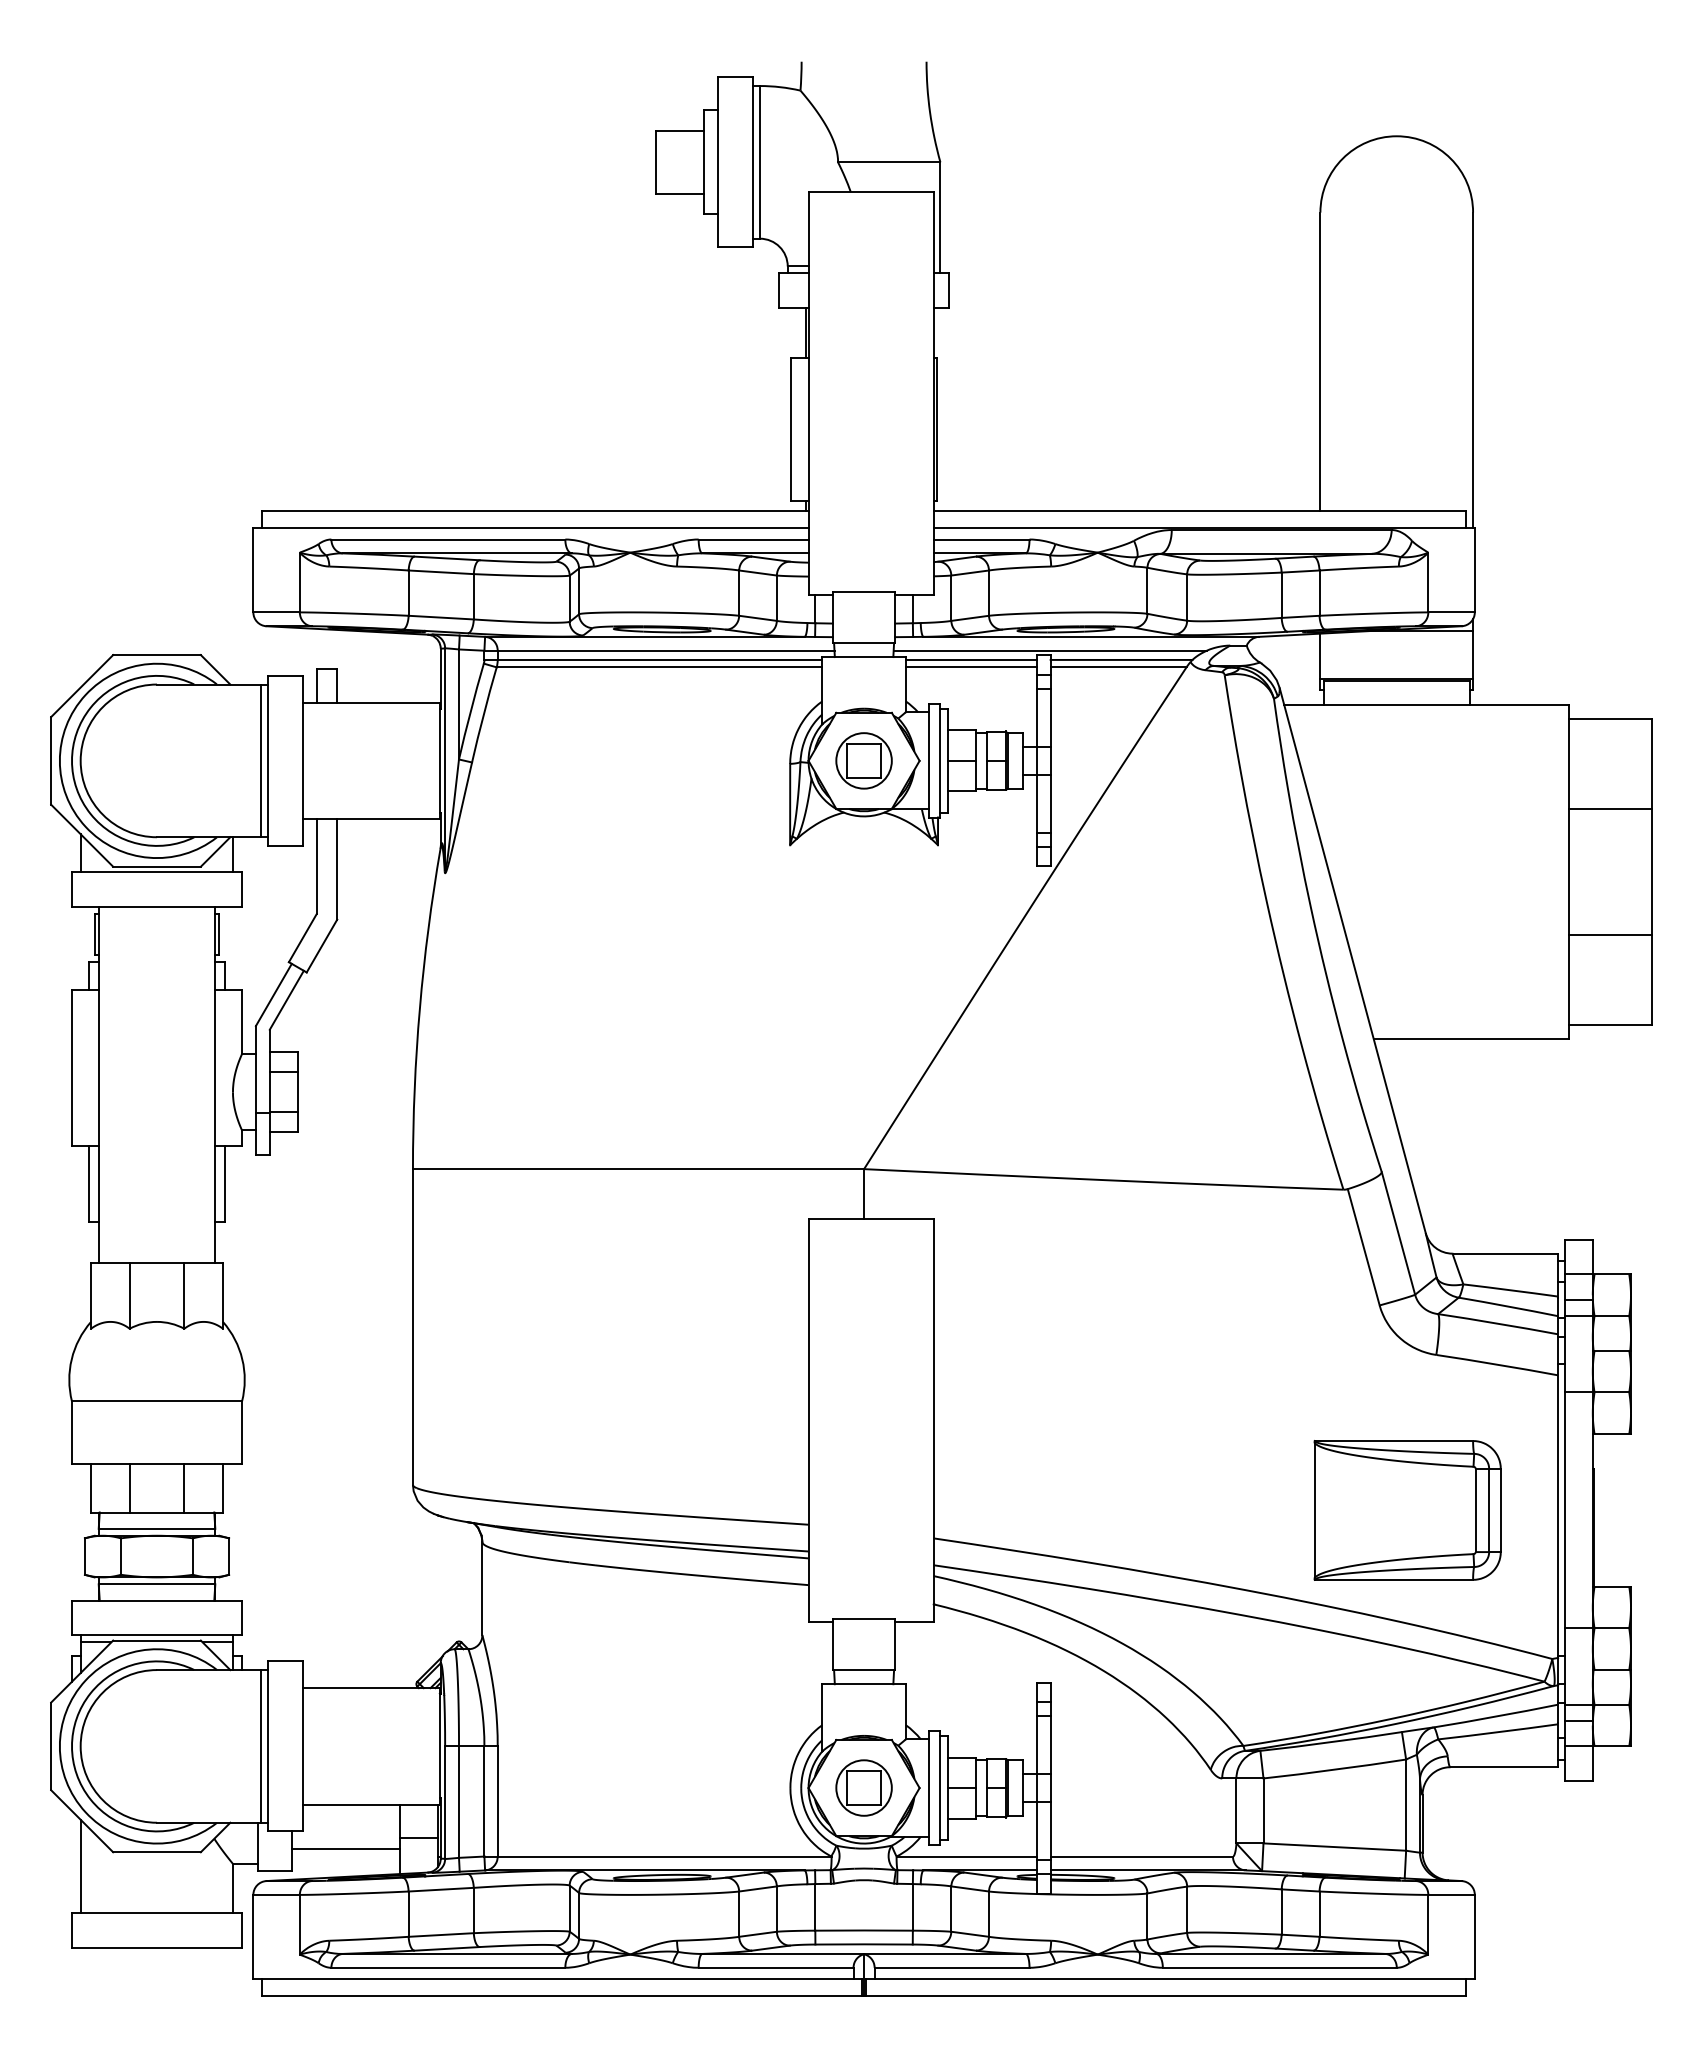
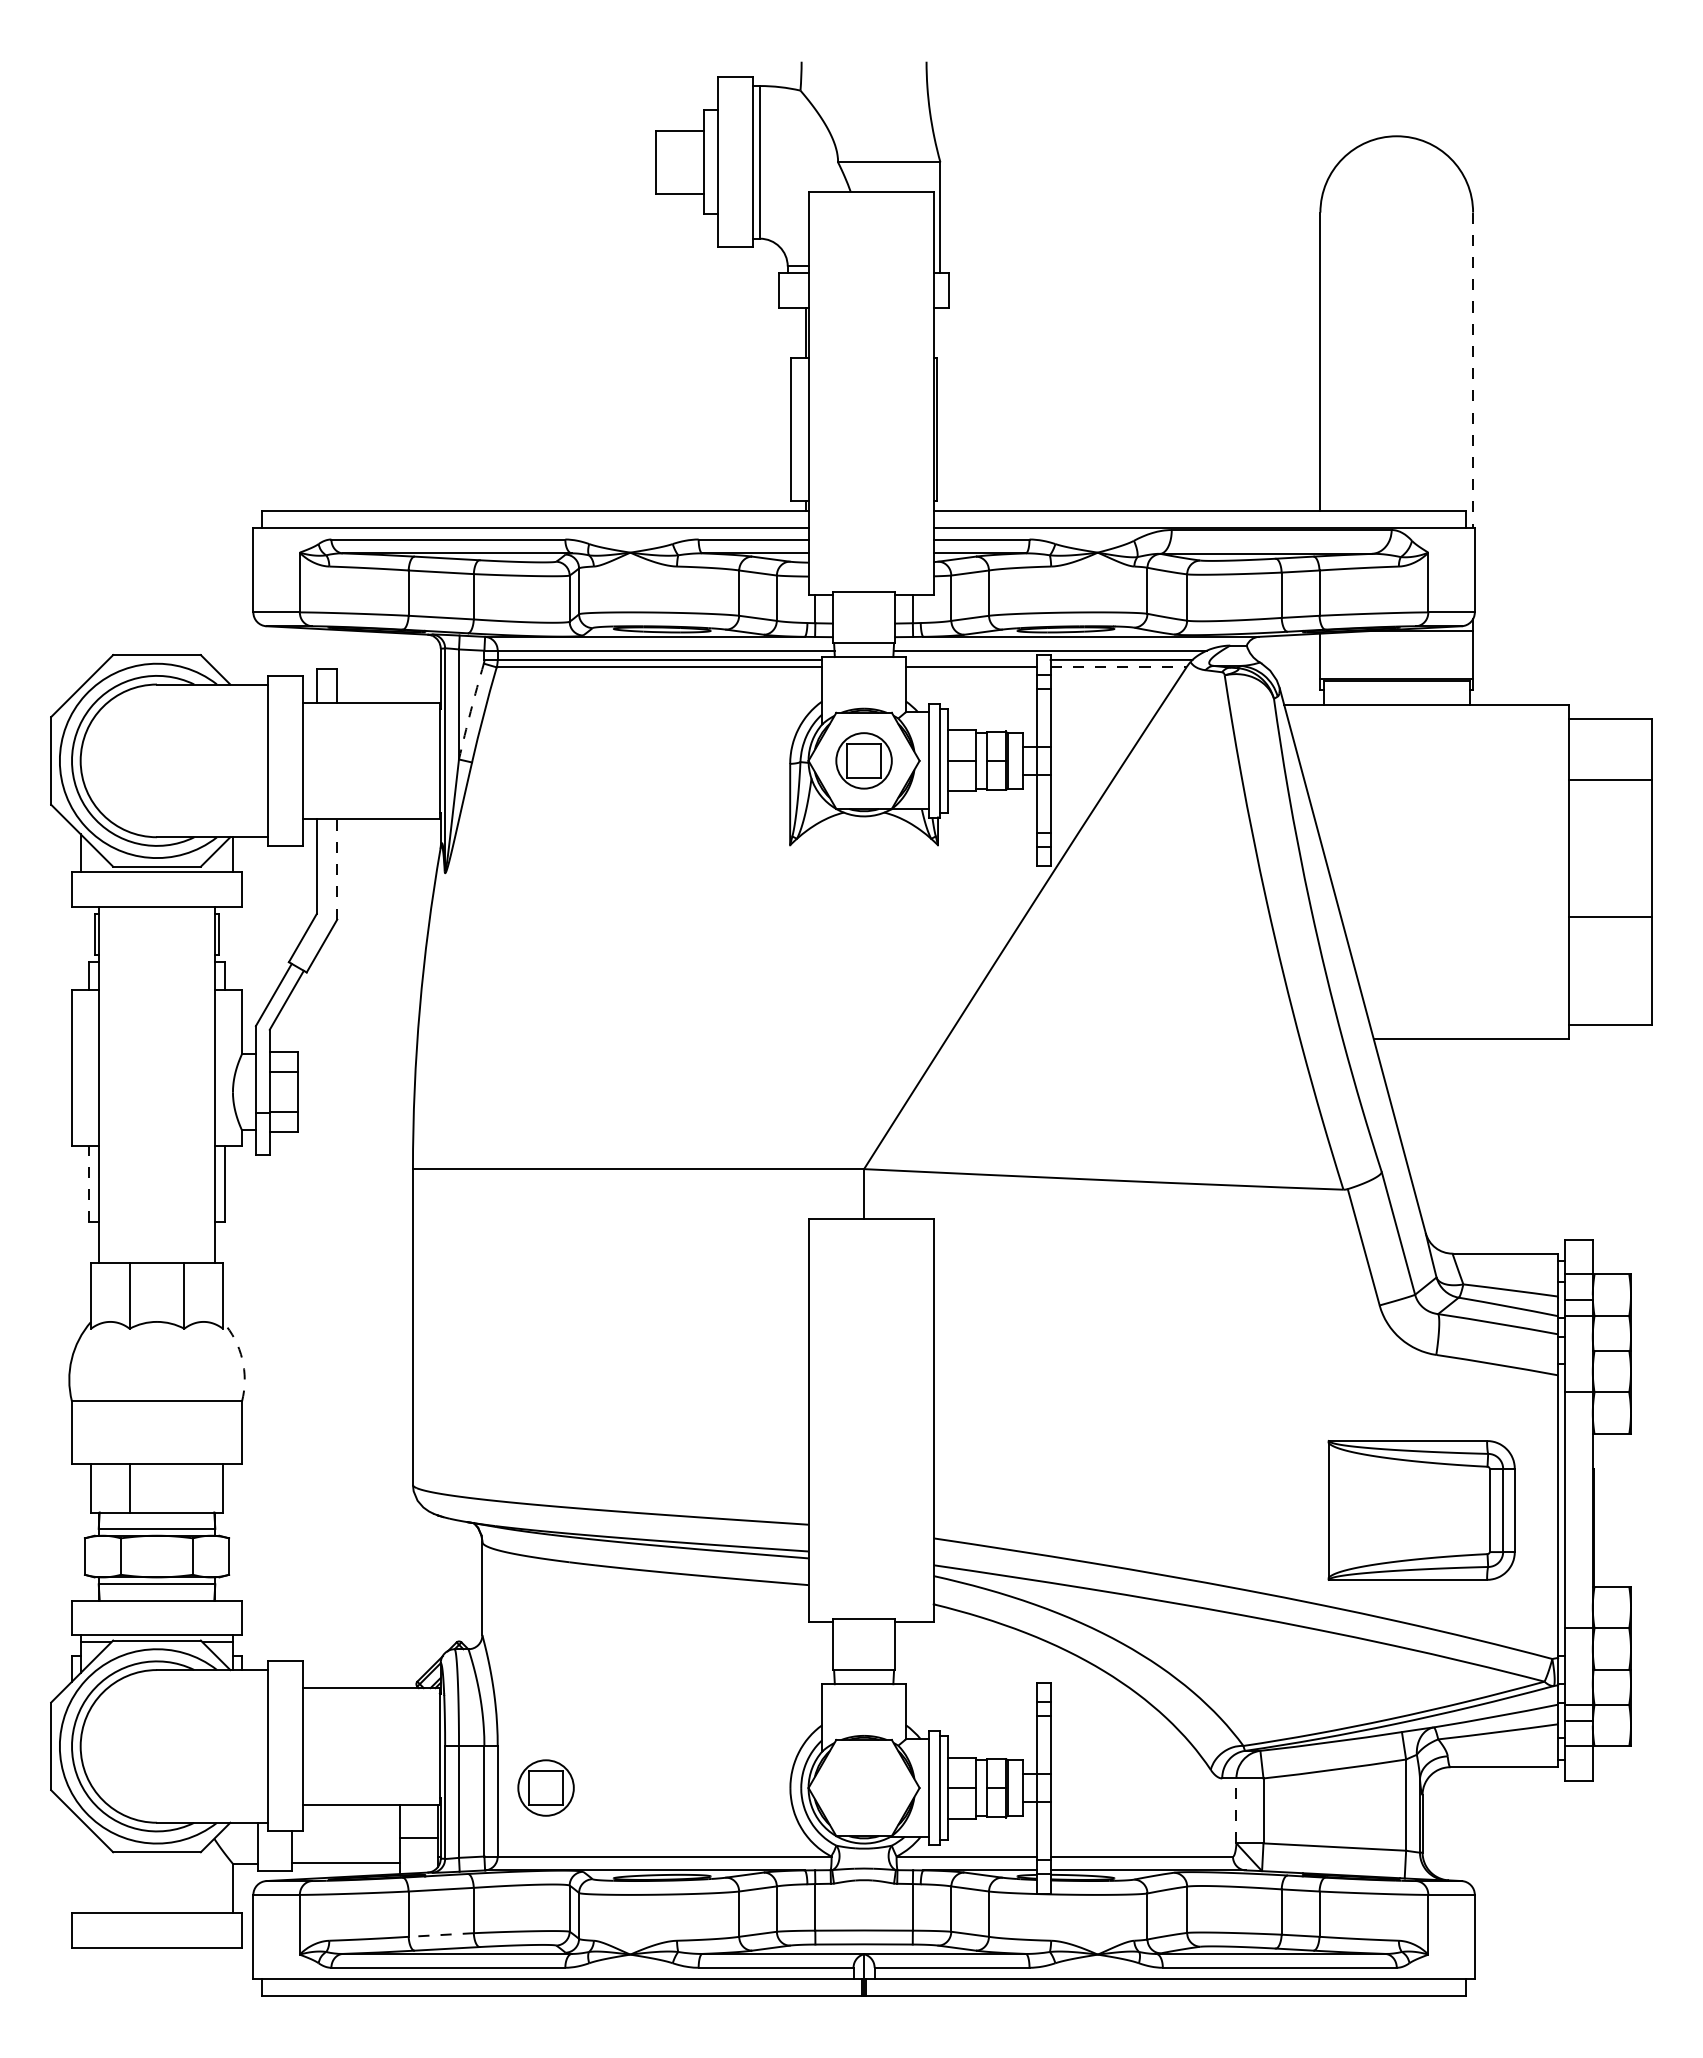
line at (1473, 370): solid -> dashed
line at (970, 659): present -> none
line at (1118, 667): solid -> dashed
arc at (470, 711): solid -> dashed
line at (261, 760): present -> none
line at (1609, 808) position: (1609, 808) -> (1609, 779)
line at (337, 868): solid -> dashed
line at (1609, 935) position: (1609, 935) -> (1609, 917)
line at (89, 1183): solid -> dashed
arc at (242, 1359): solid -> dashed
line at (184, 1487): present -> none
part at (1407, 1510) position: (1407, 1510) -> (1421, 1510)
line at (261, 1746): present -> none
part at (863, 1787) position: (863, 1787) -> (545, 1787)
line at (1236, 1810): solid -> dashed
line at (345, 1848) position: (345, 1848) -> (345, 1862)
line at (80, 1865): present -> none
line at (441, 1935): solid -> dashed
